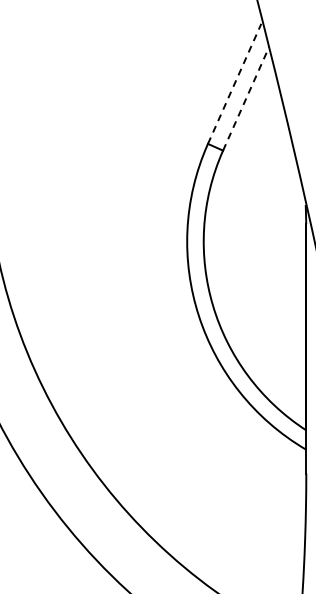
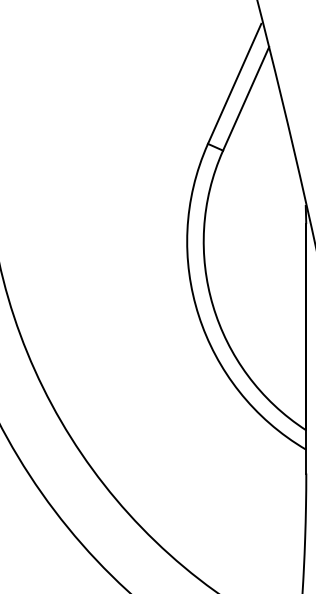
line at (234, 83): dashed -> solid
line at (246, 98): dashed -> solid
